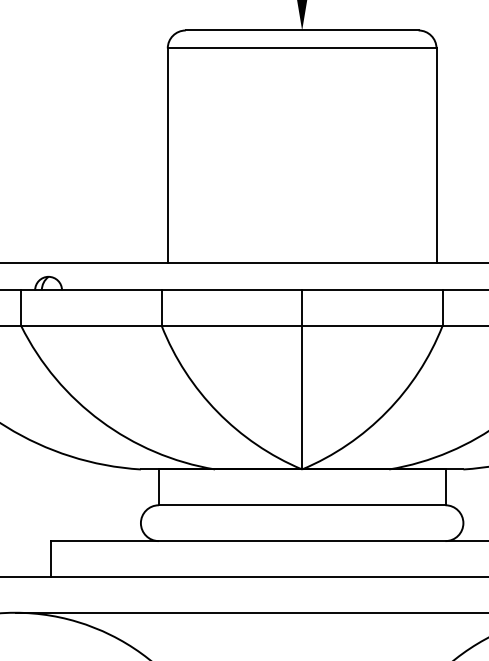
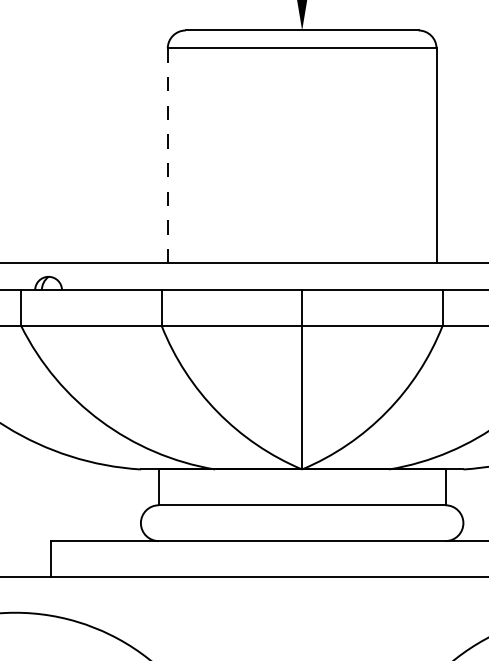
line at (167, 155): solid -> dashed
line at (250, 612): present -> none
